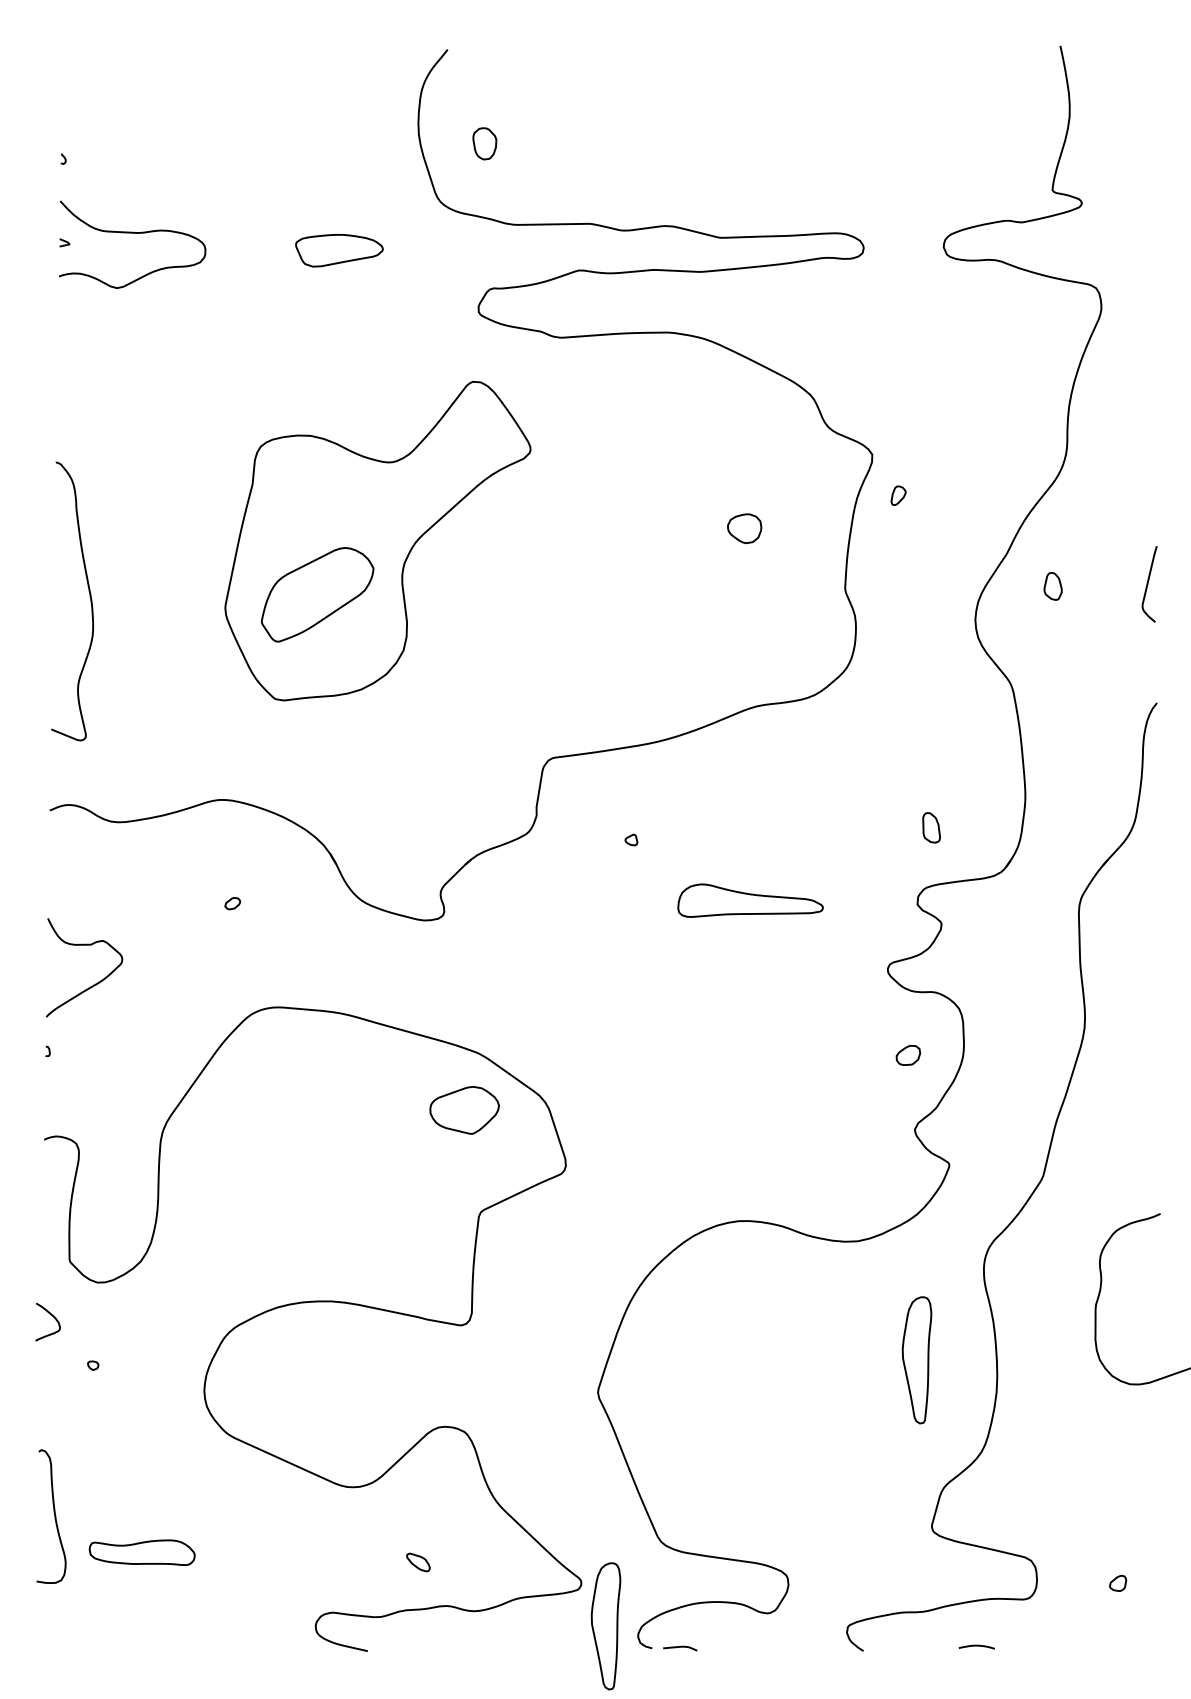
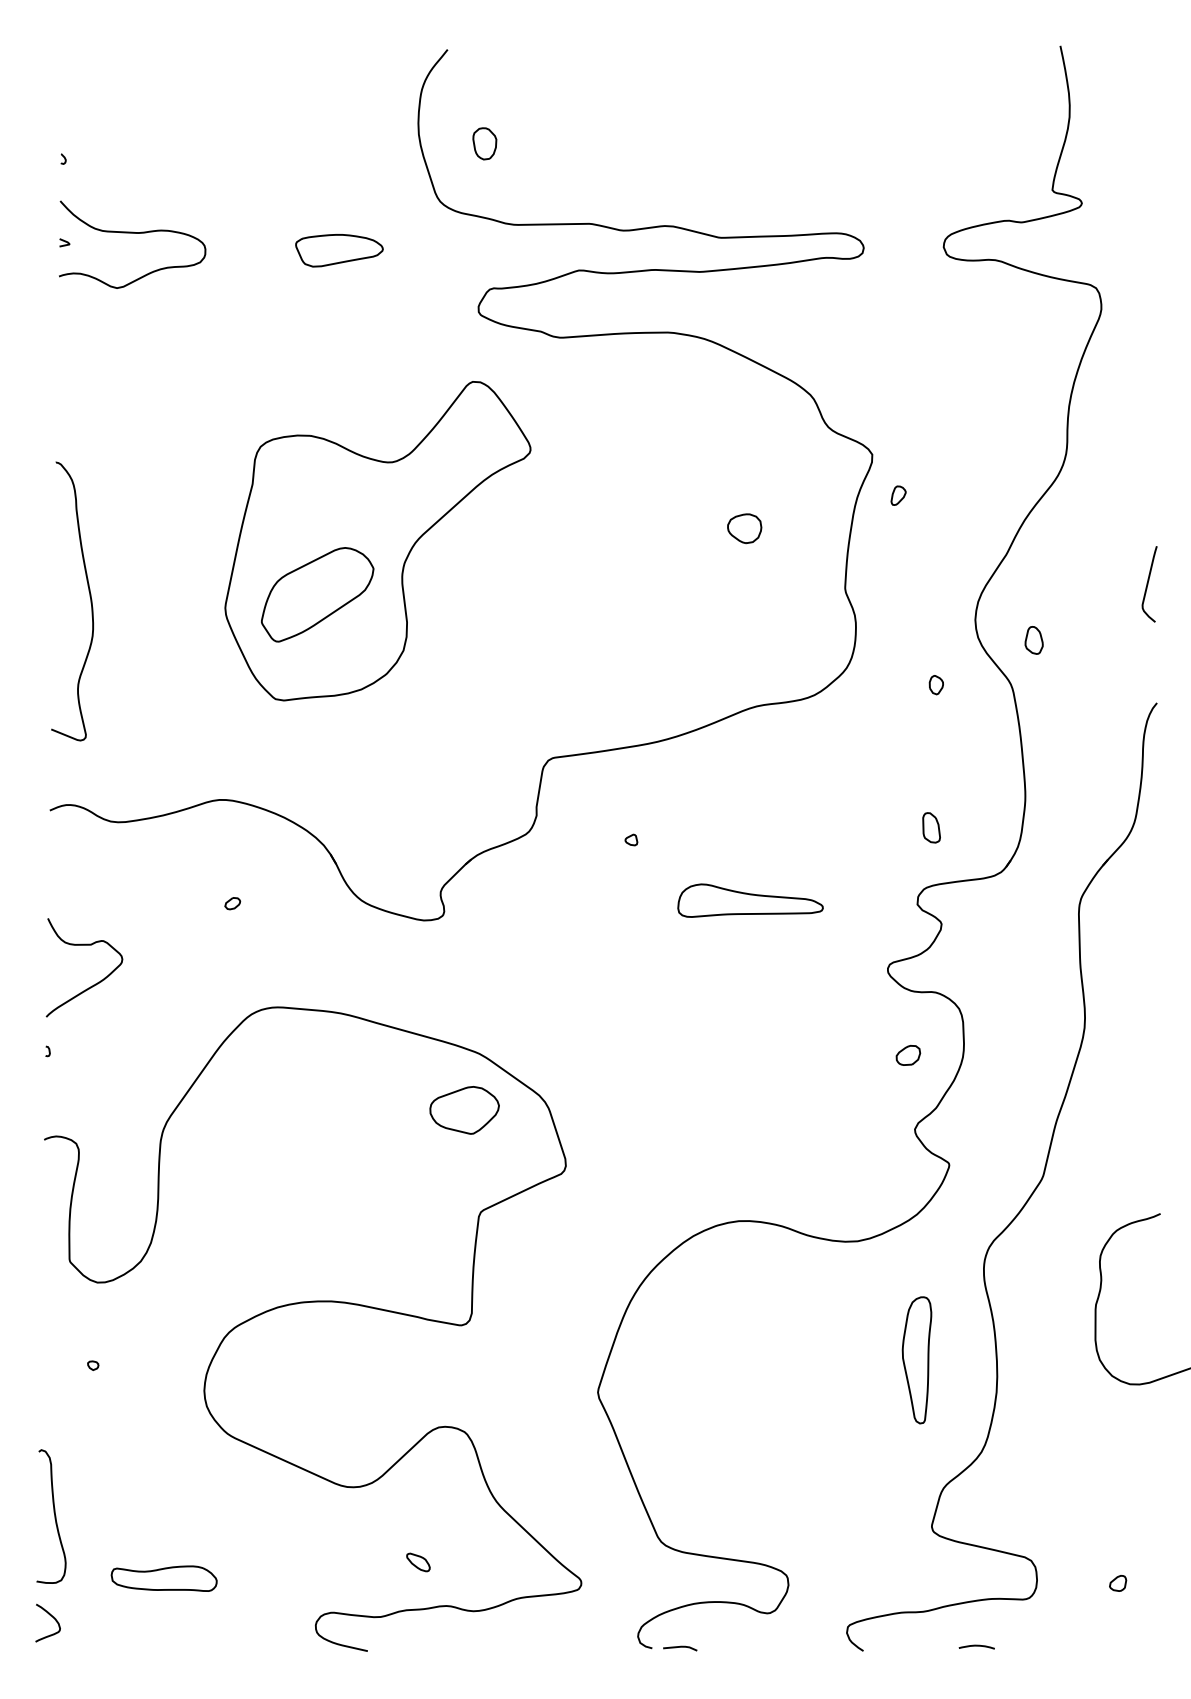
part at (1052, 586) position: (1052, 586) -> (1033, 640)
part at (935, 685): none -> present
curve at (50, 1315) position: (50, 1315) -> (50, 1616)
part at (141, 1552) position: (141, 1552) -> (163, 1578)
part at (605, 1626): present -> none
